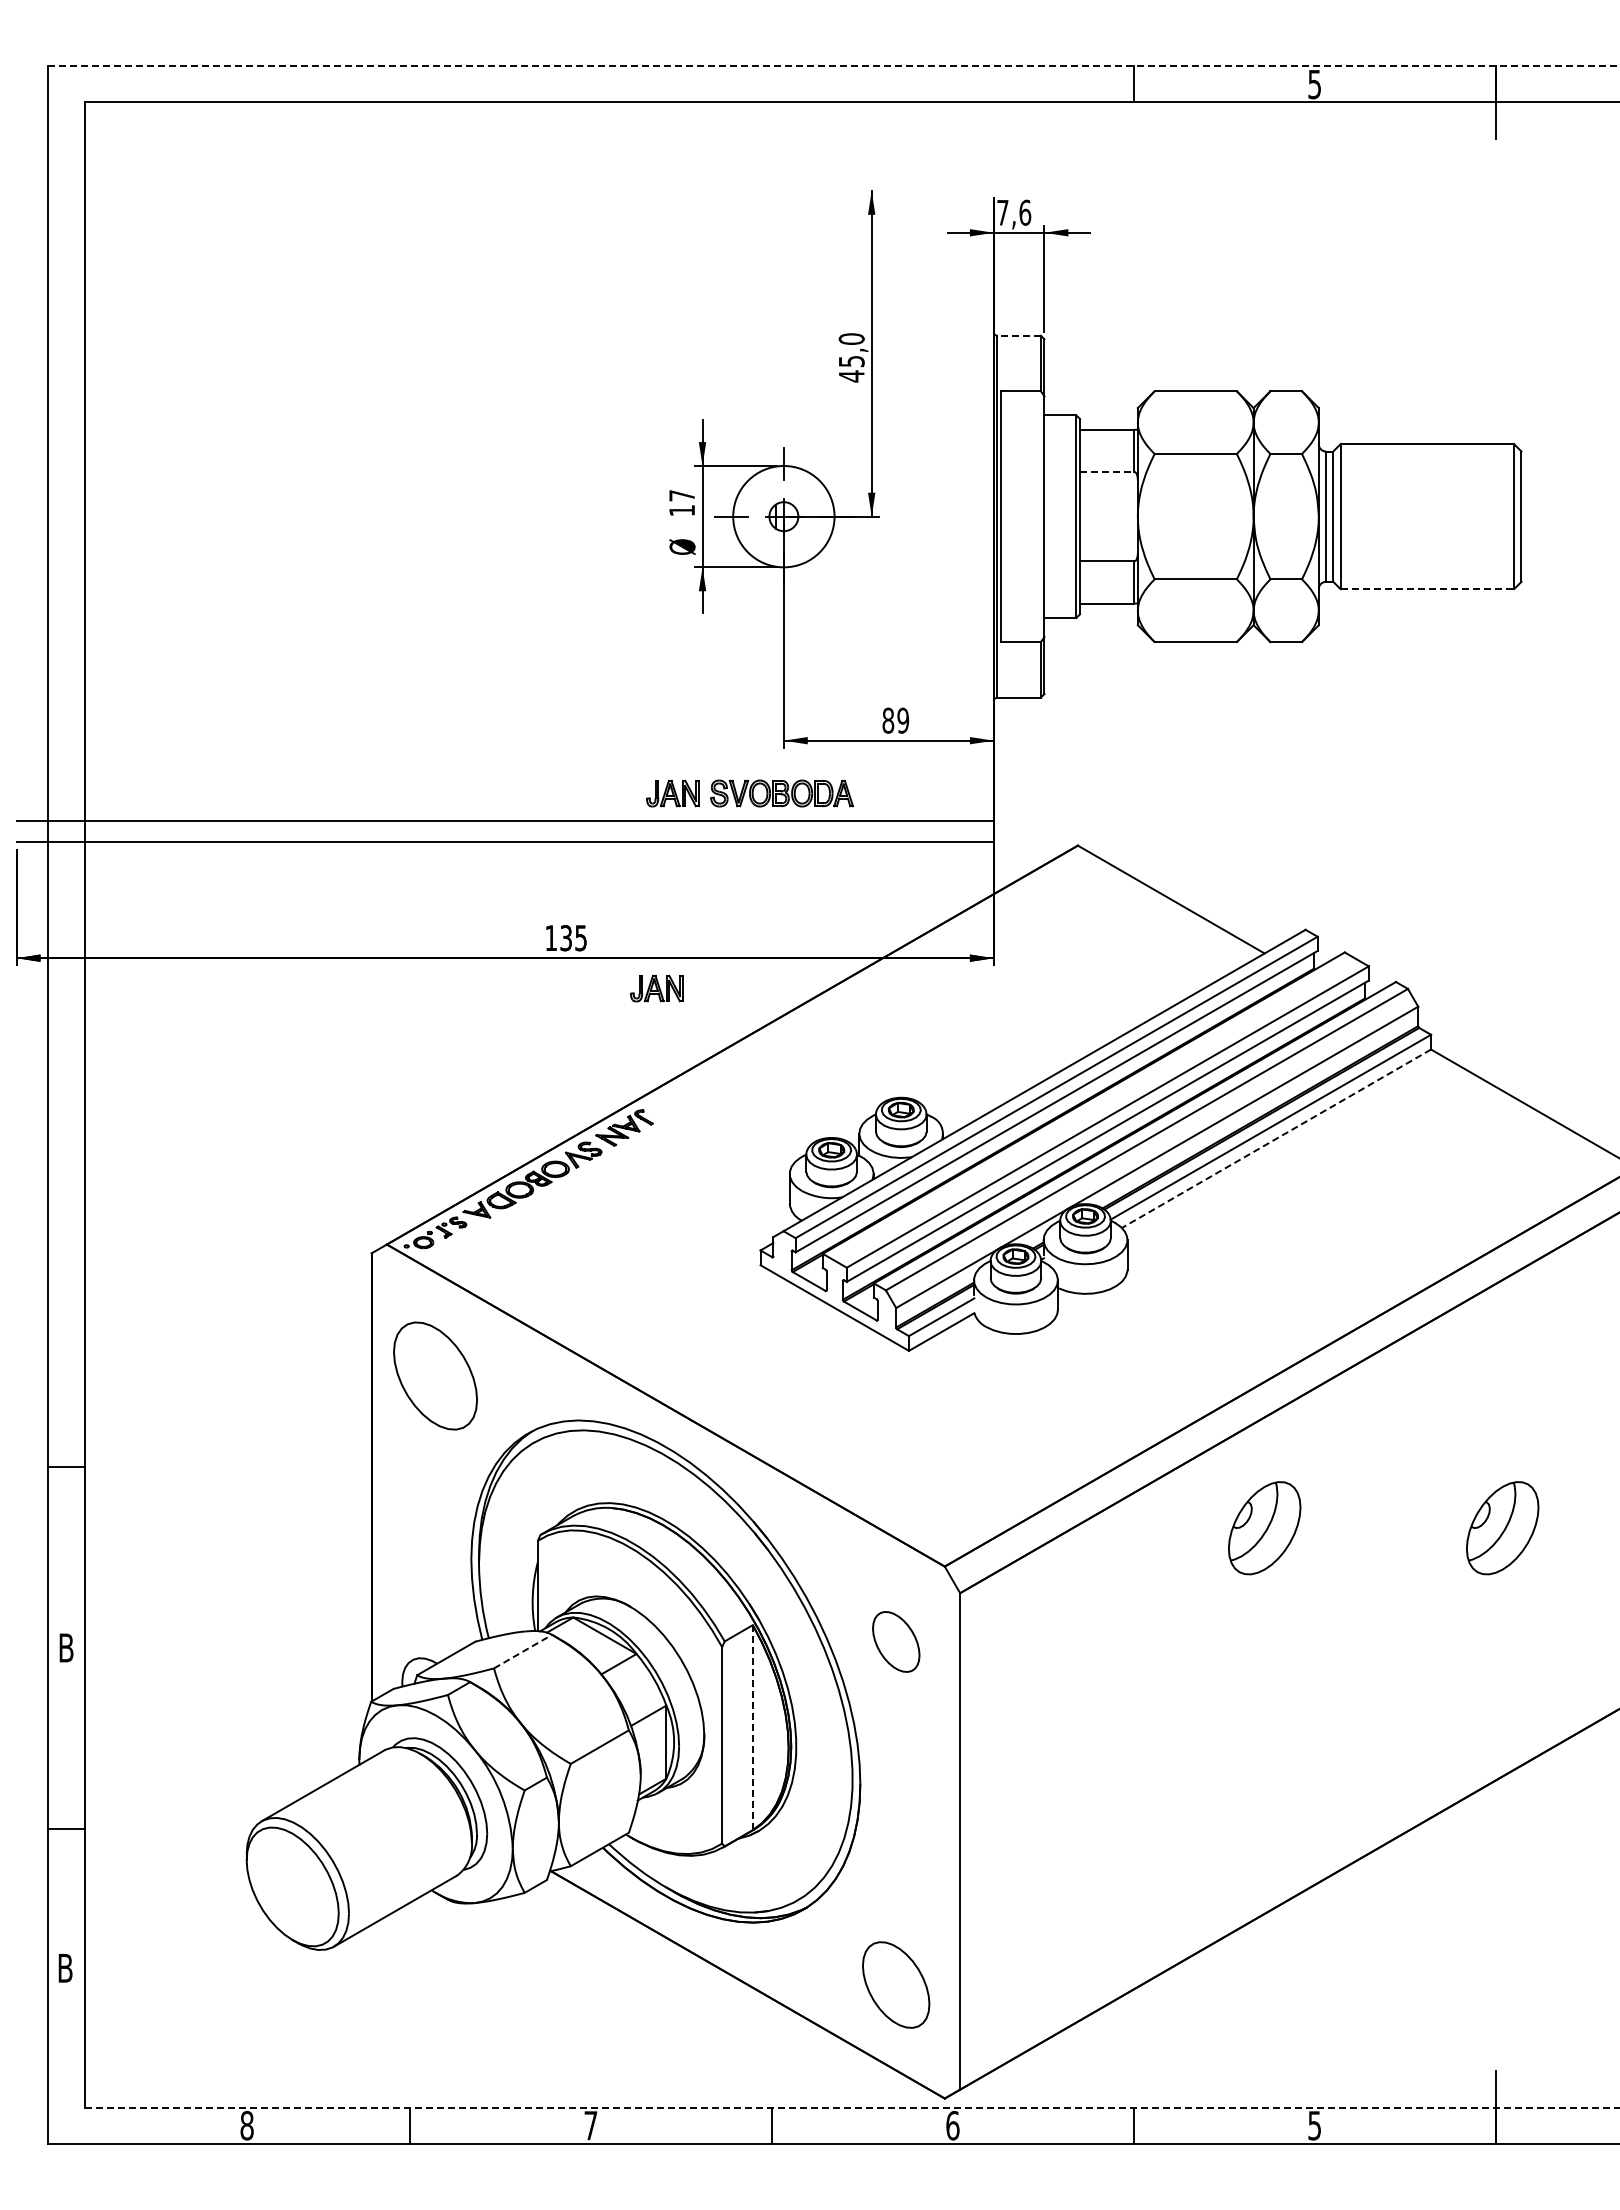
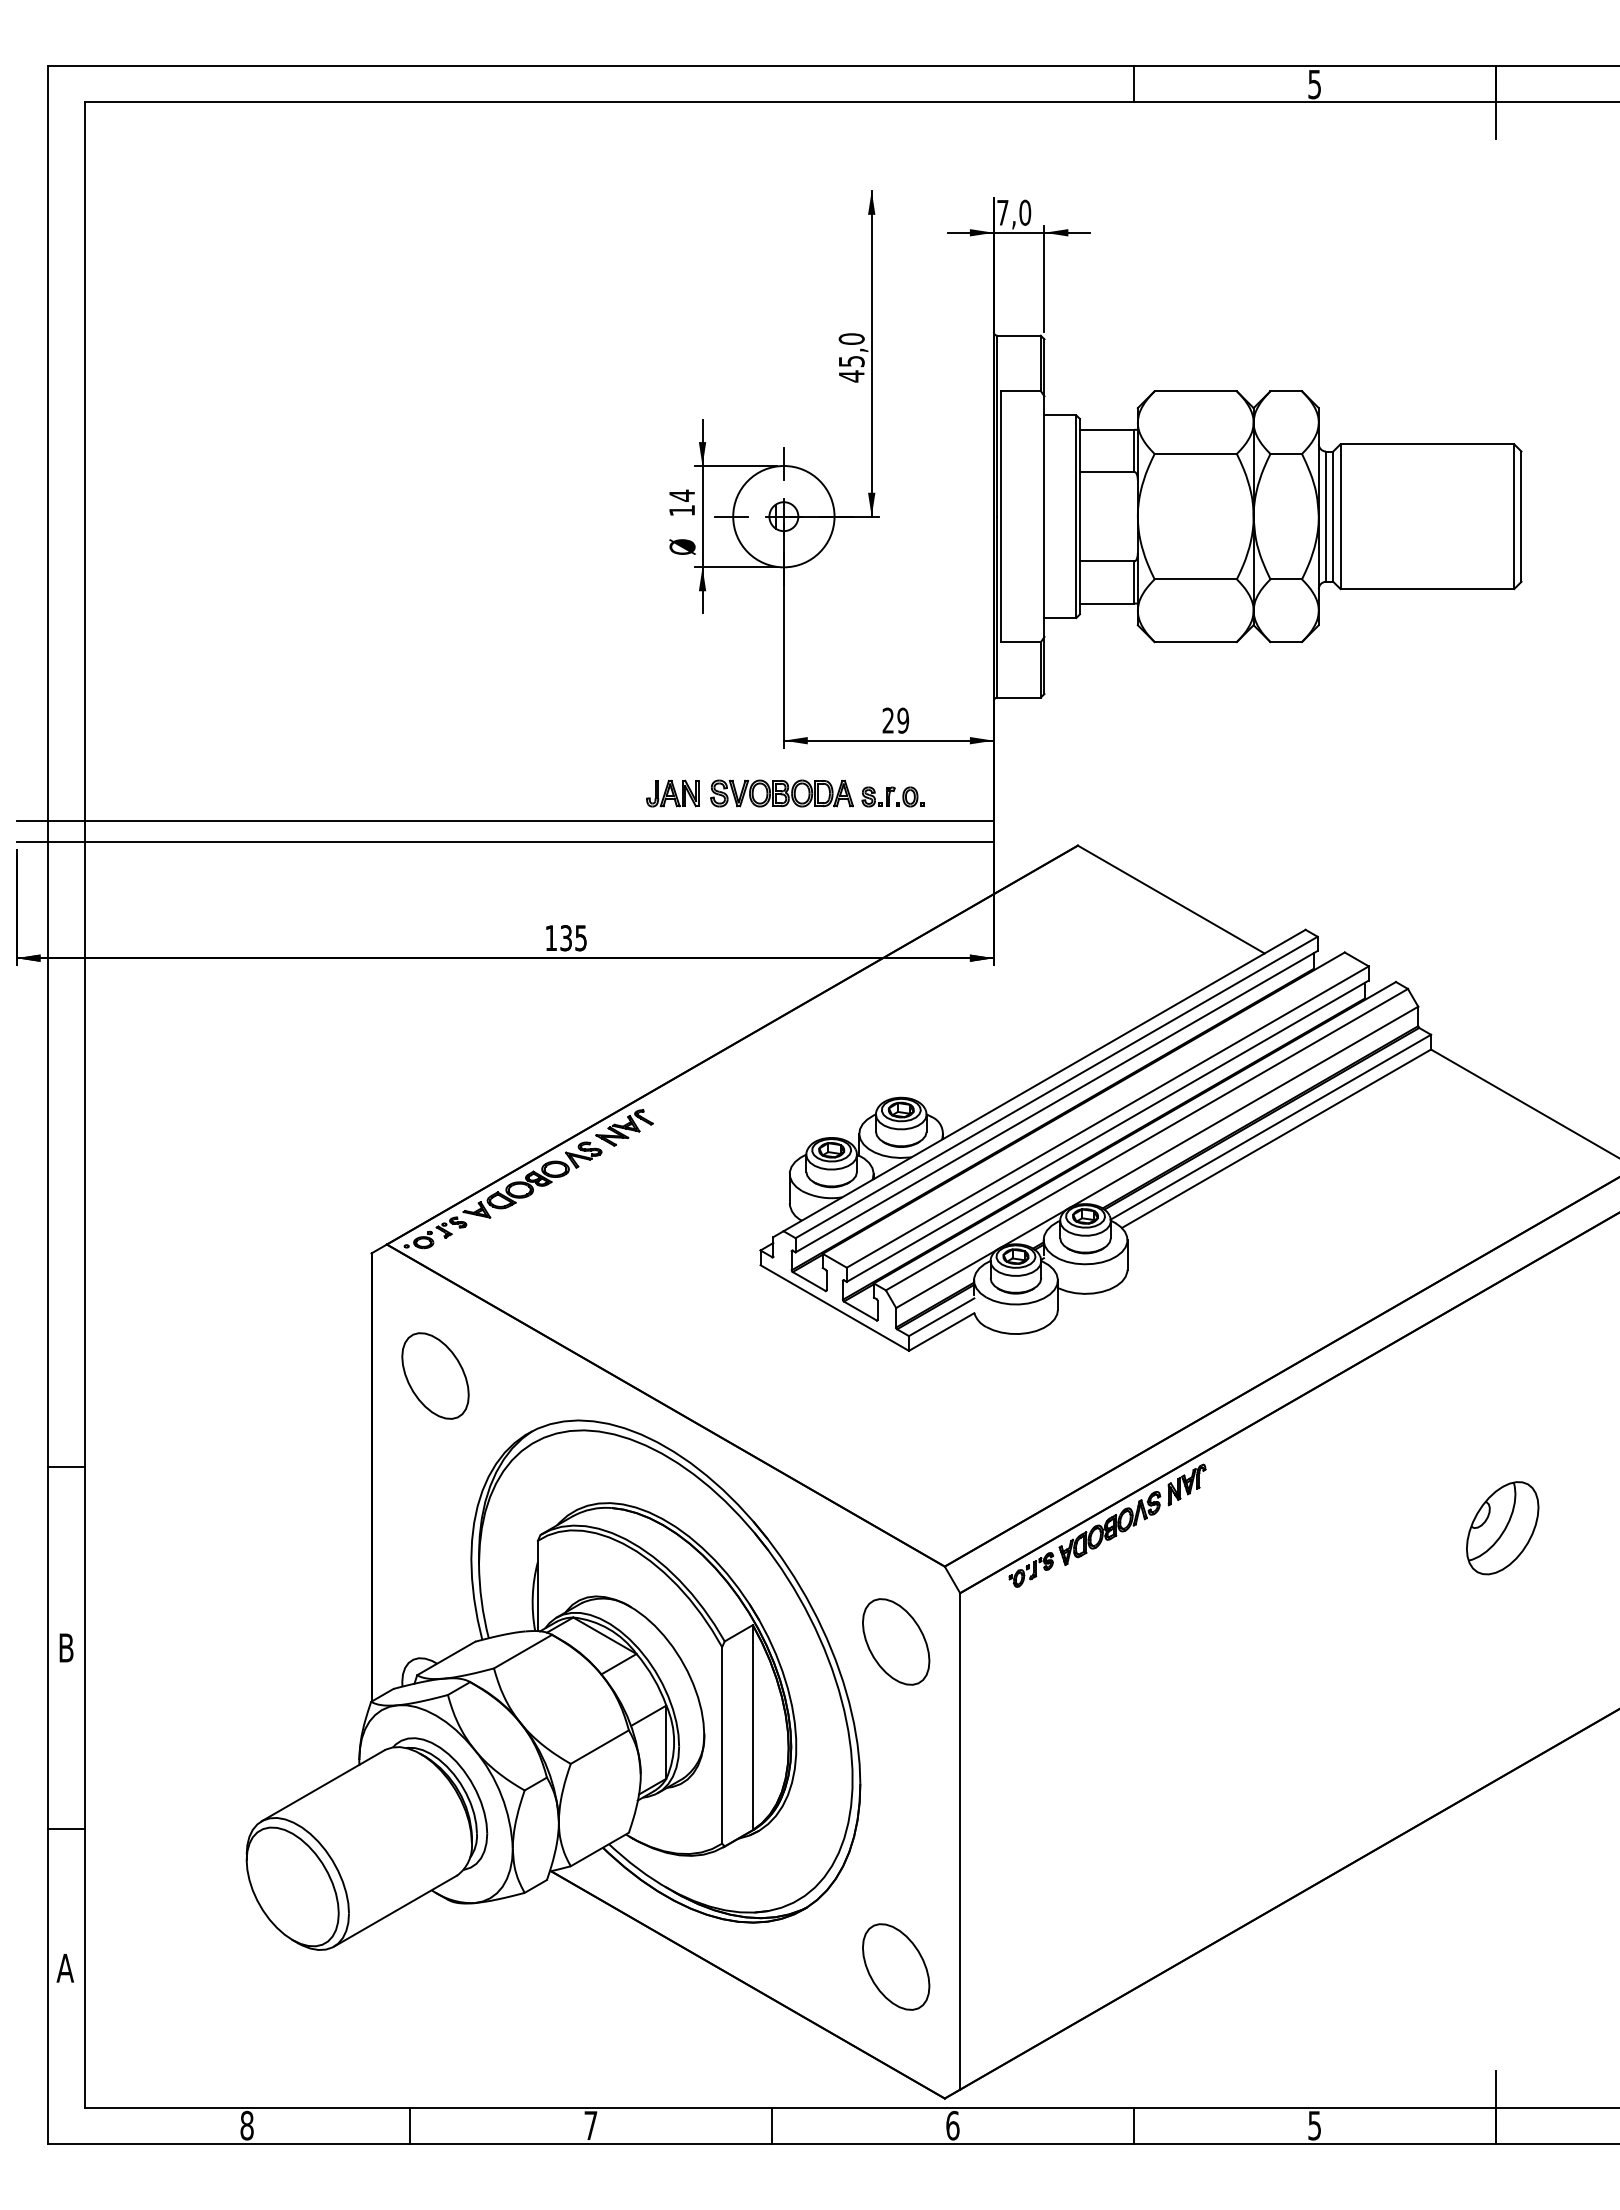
line at (834, 66): dashed -> solid
text at (1025, 212): 7,6 -> 7,0
line at (1019, 335): dashed -> solid
line at (1107, 471): dashed -> solid
text at (681, 495): 17 -> 14
line at (1427, 589): dashed -> solid
text at (888, 720): 89 -> 29
part at (892, 796): none -> present
part at (656, 988): present -> none
line at (1276, 1139): dashed -> solid
part at (435, 1375) size: 85x110 px -> 69x88 px
part at (1107, 1525): none -> present
part at (1264, 1528): present -> none
part at (896, 1641) size: 49x62 px -> 69x88 px
line at (523, 1651): dashed -> solid
line at (752, 1727): dashed -> solid
text at (65, 1968): B -> A
part at (896, 1984) position: (896, 1984) -> (896, 1966)
line at (851, 2107): dashed -> solid
